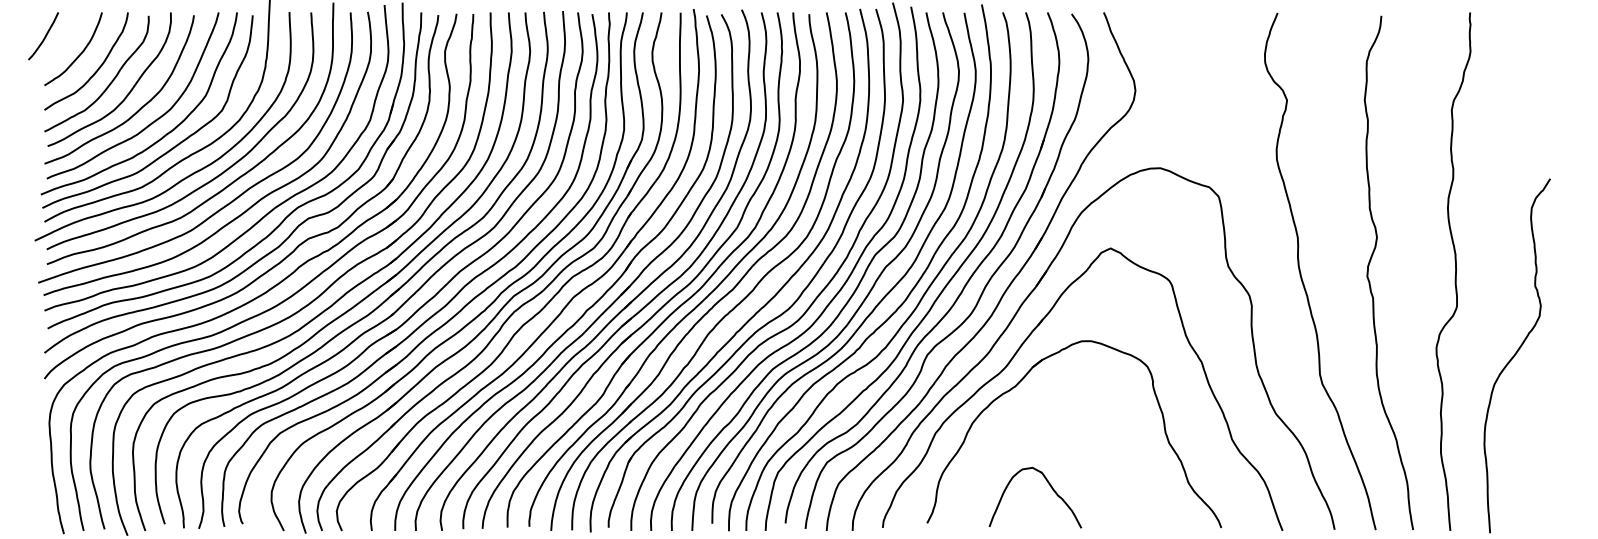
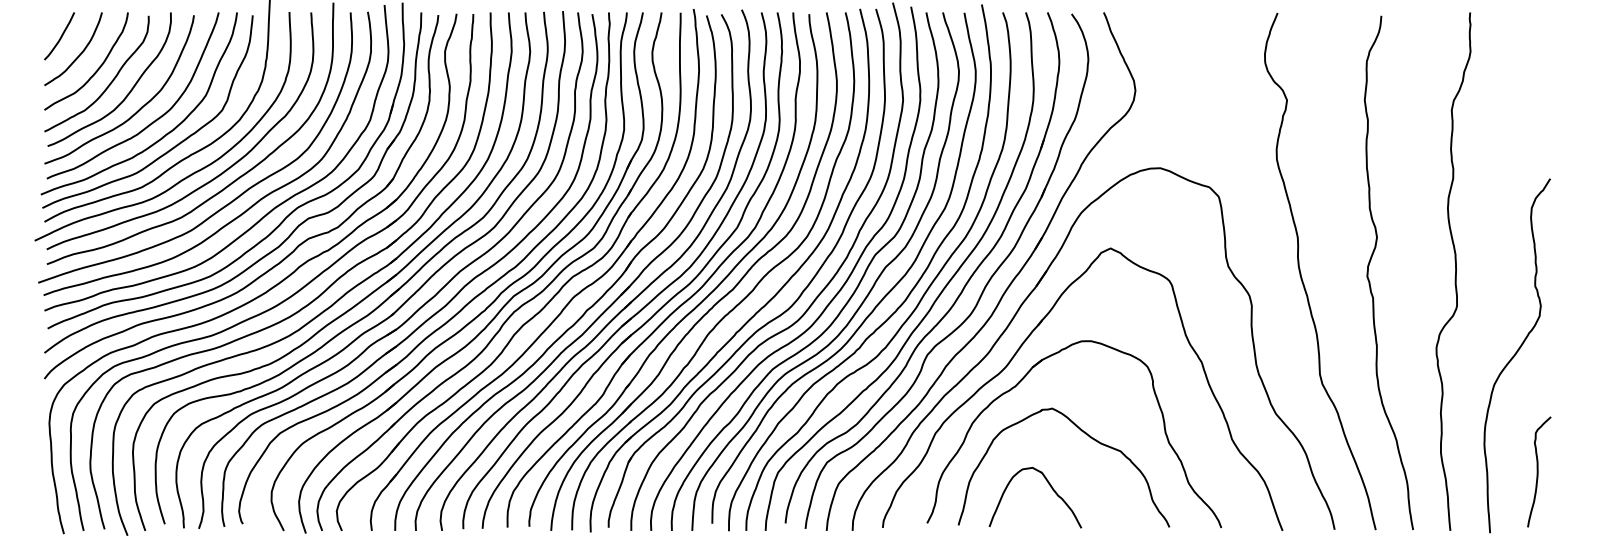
curve at (44, 36) position: (44, 36) -> (60, 36)
part at (1090, 438): none -> present
curve at (1538, 471): none -> present
